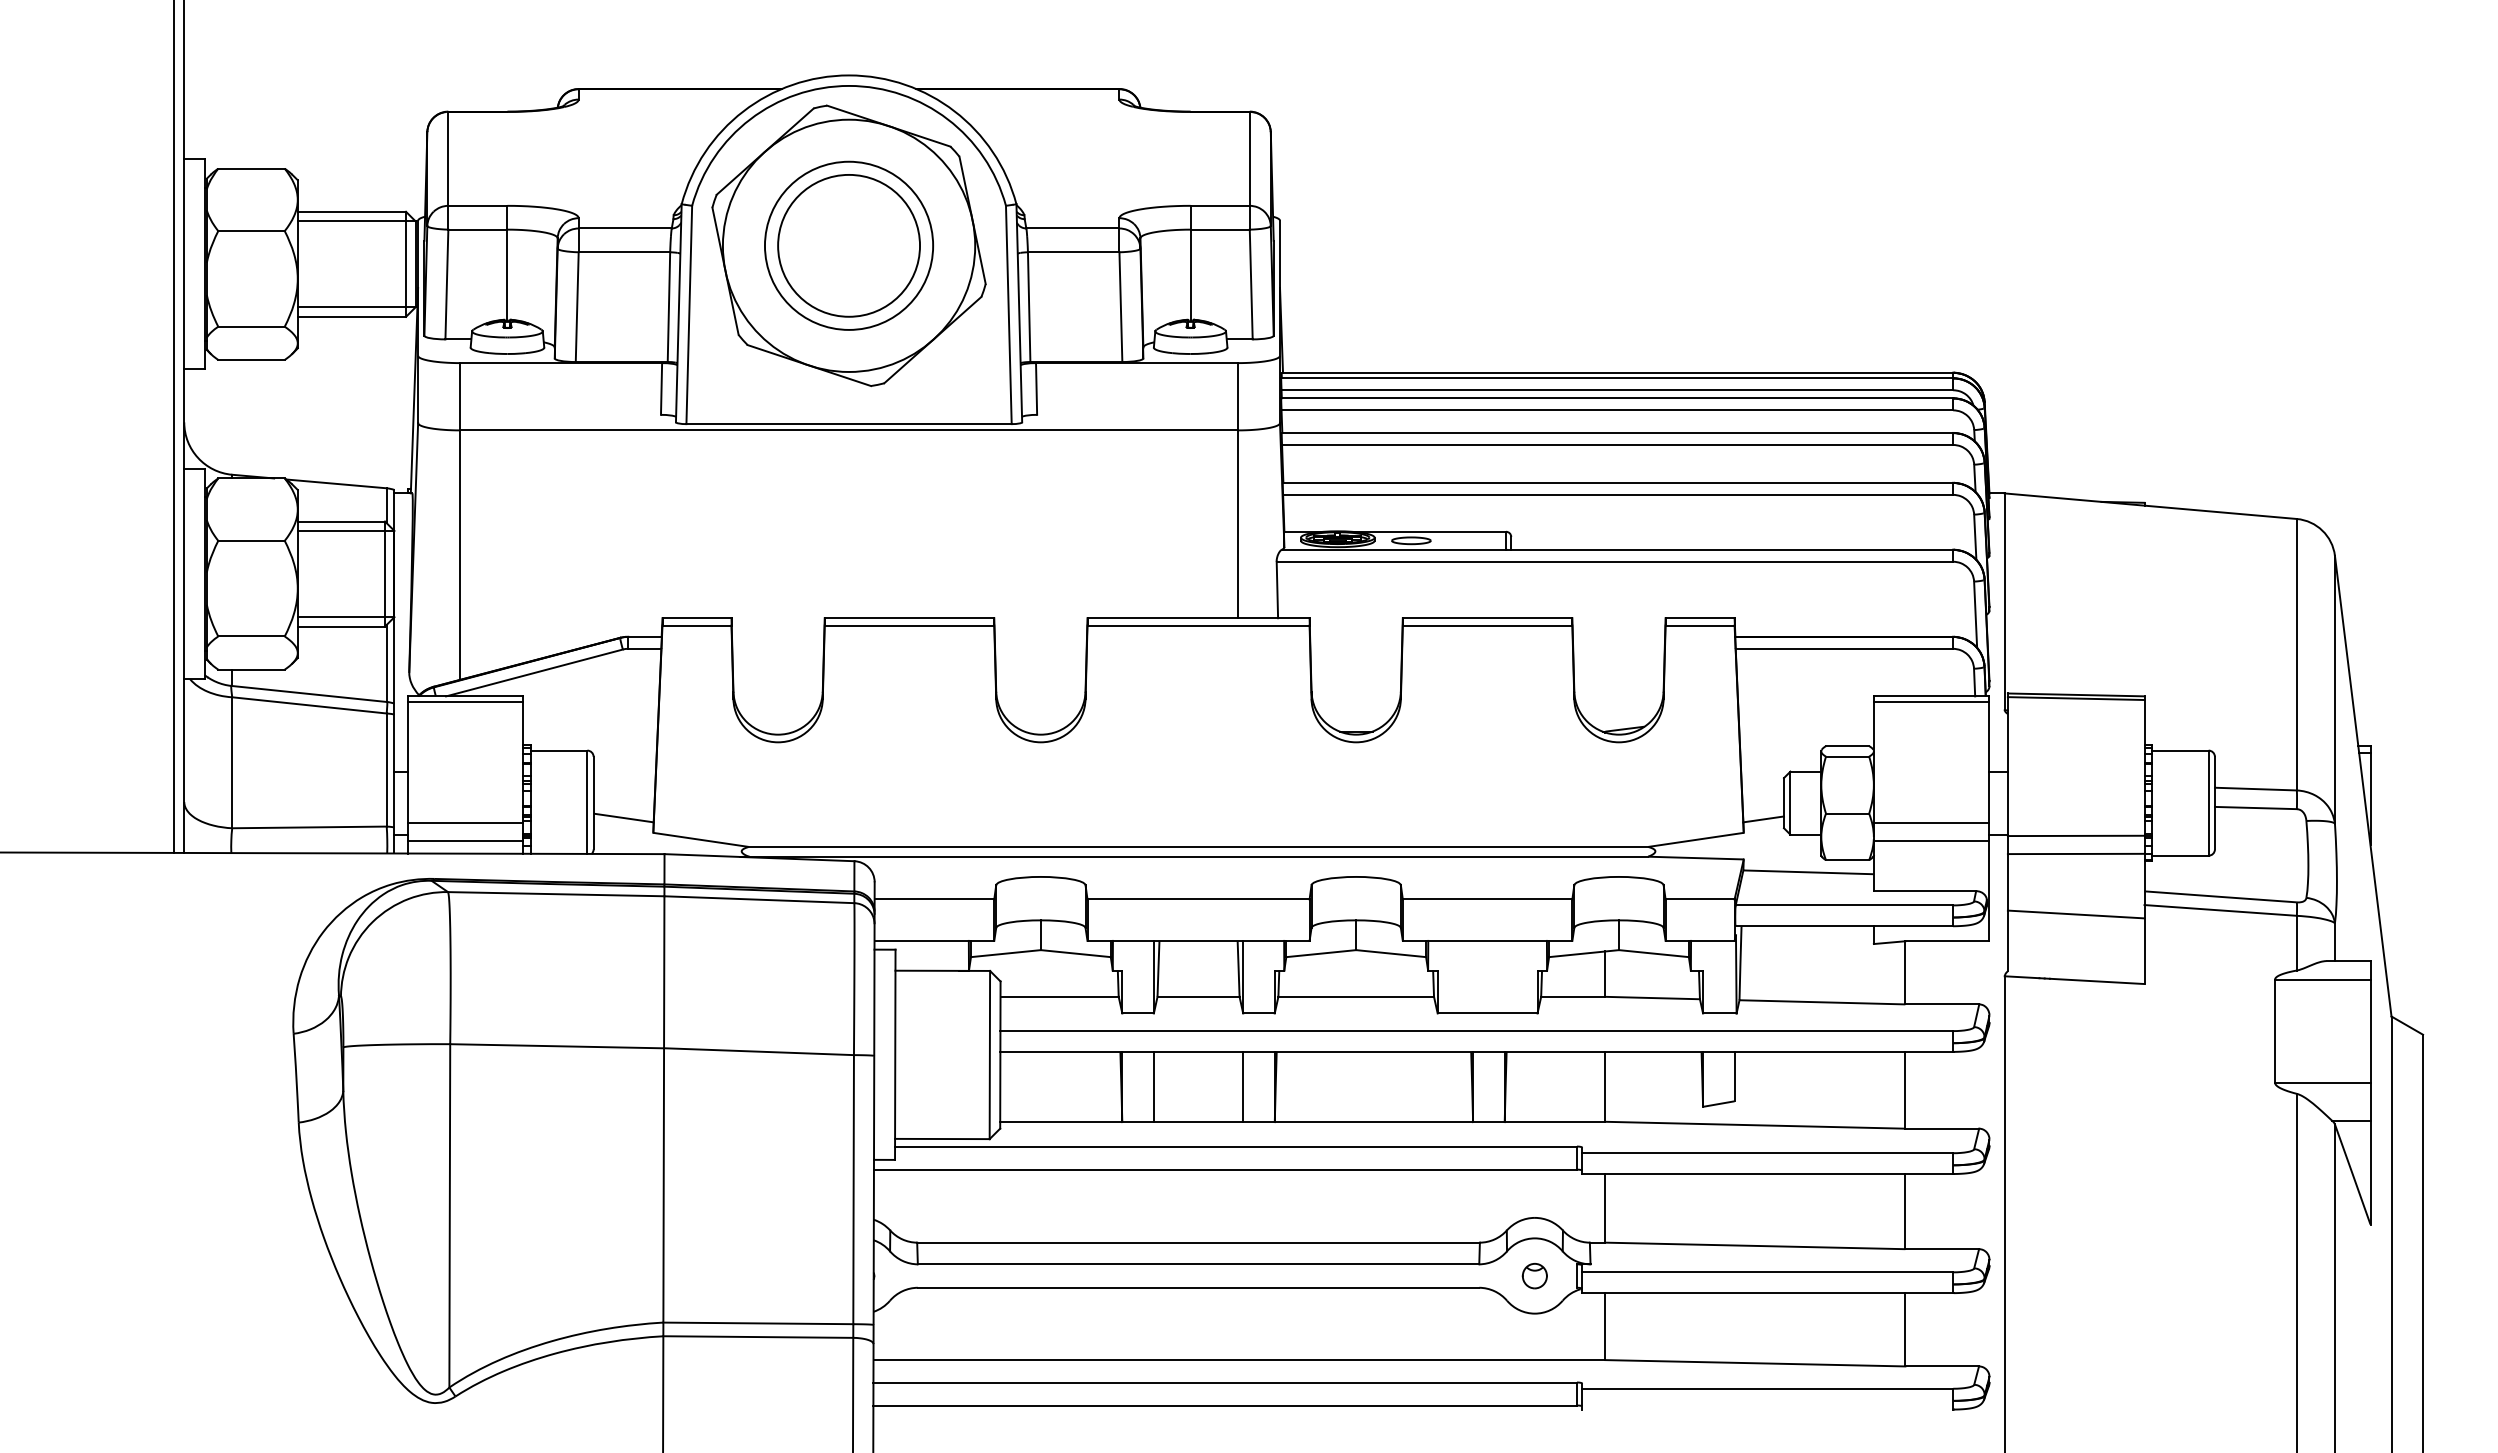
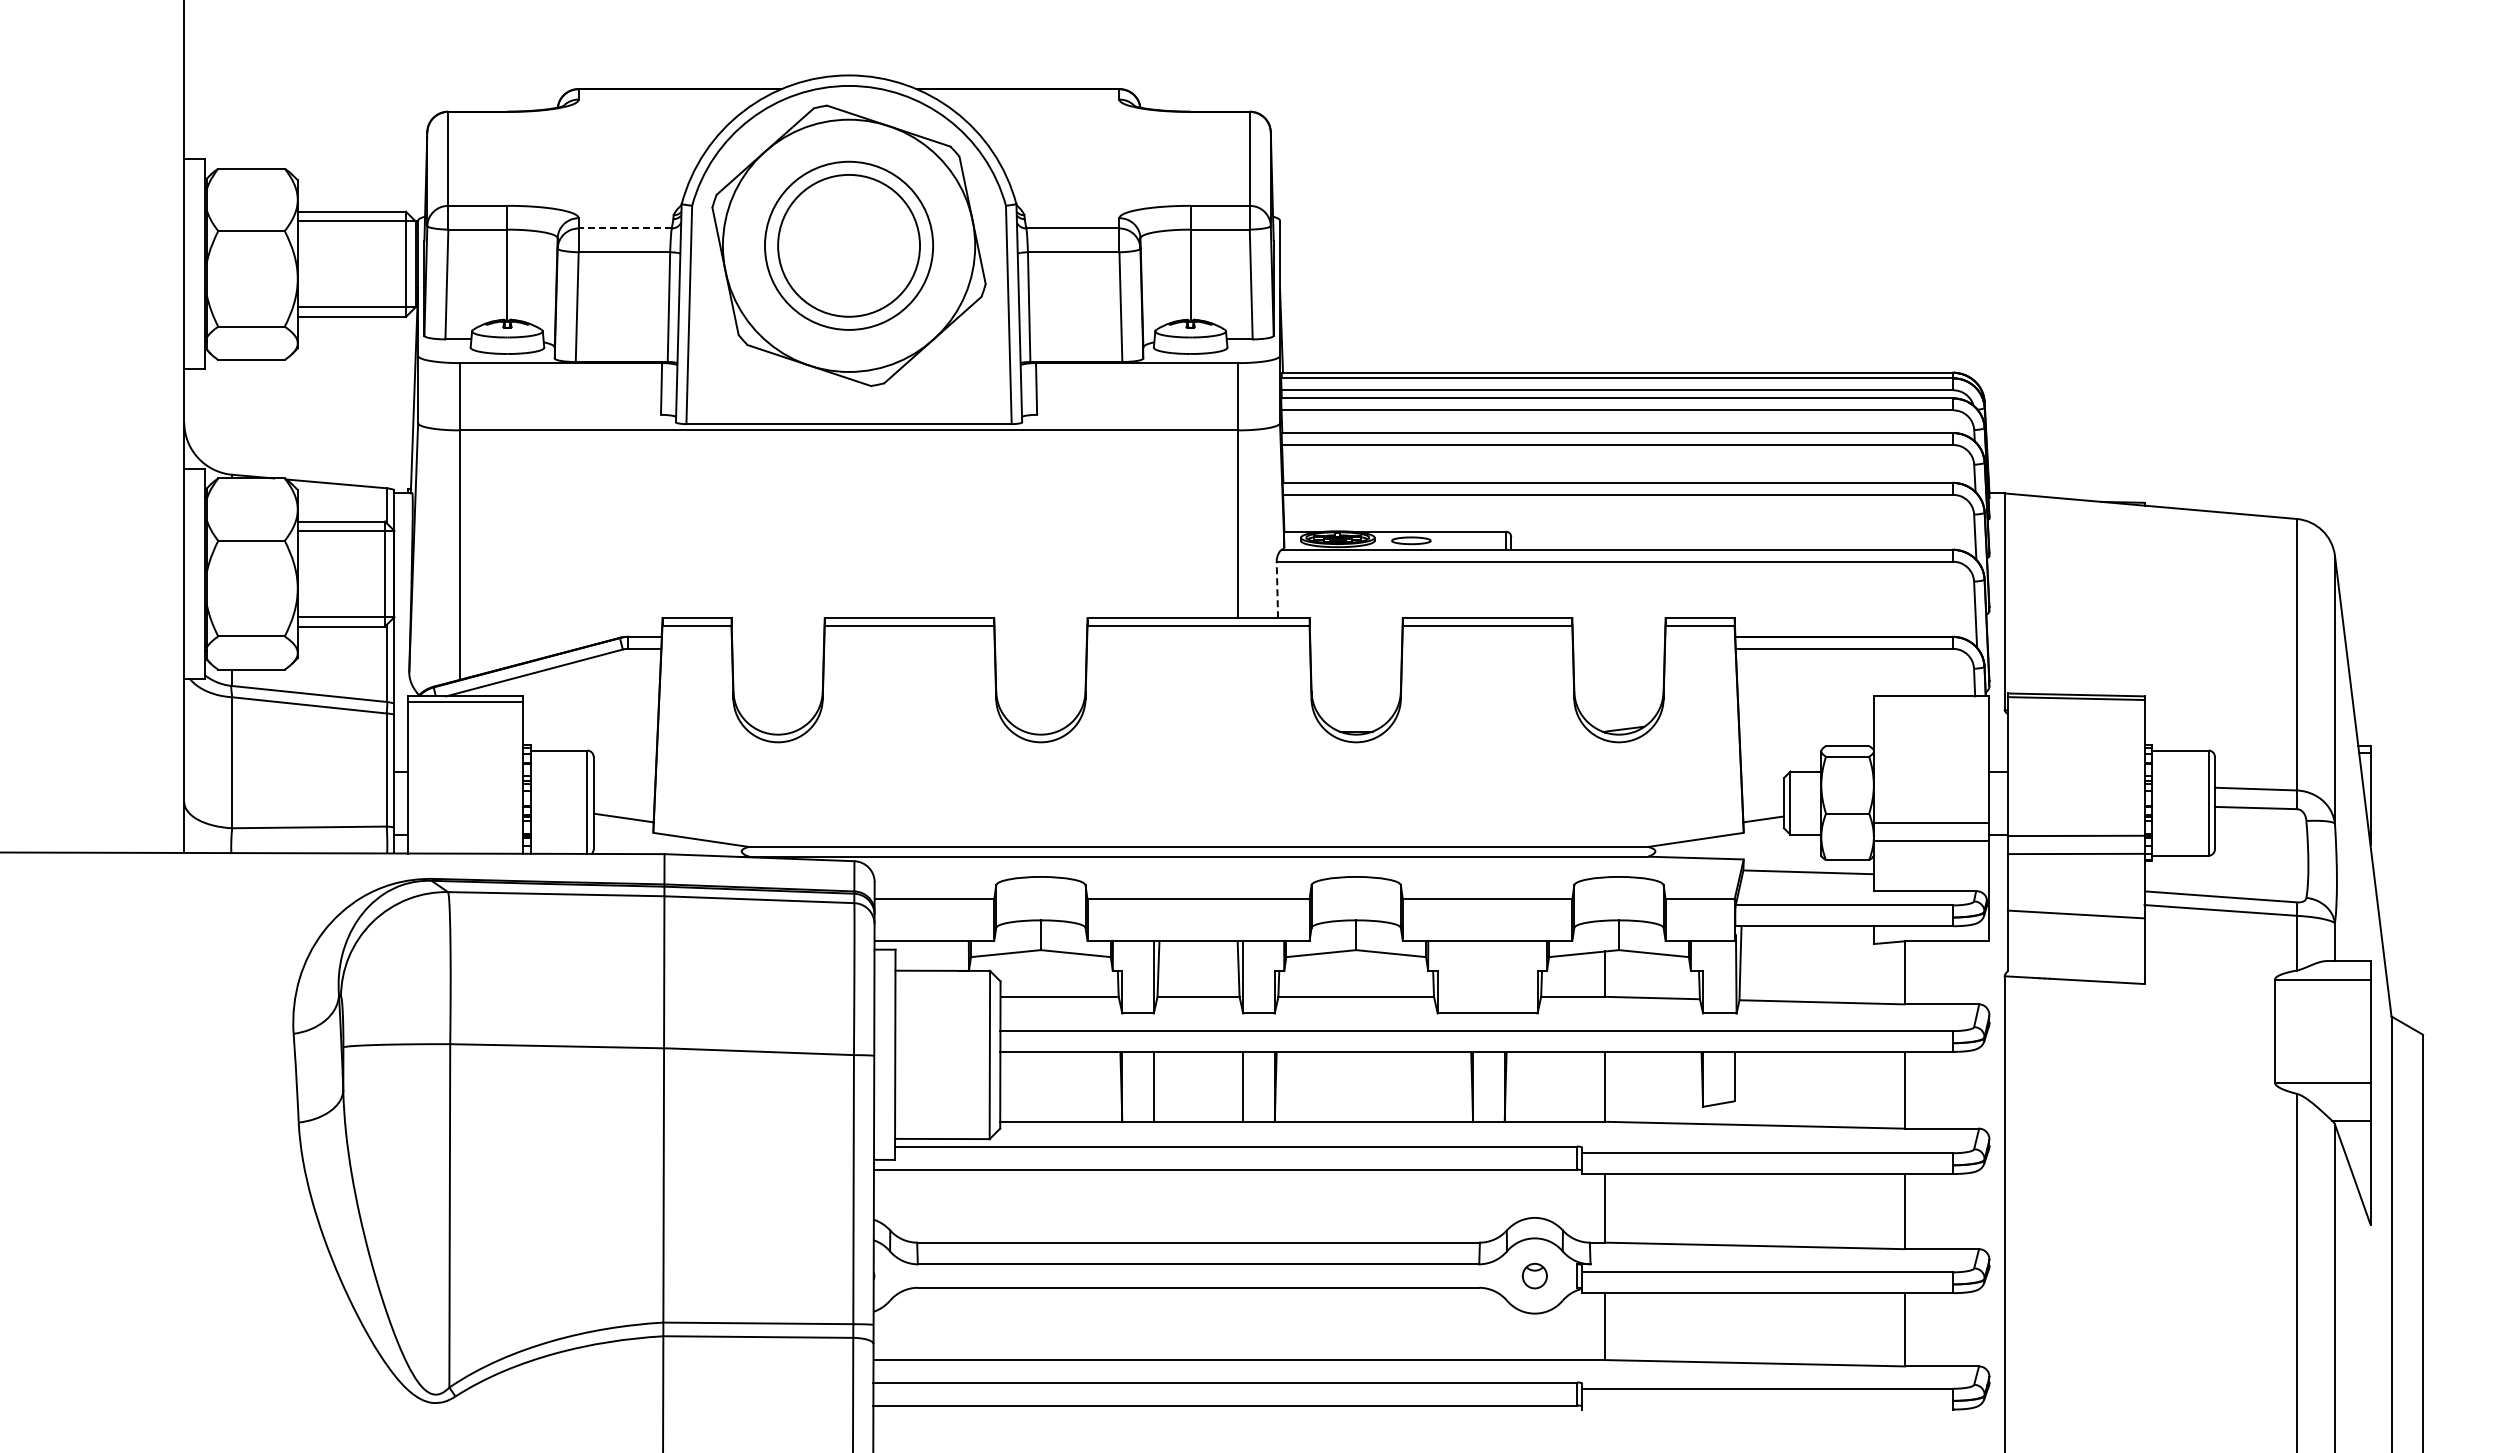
line at (625, 228): solid -> dashed
line at (173, 427): present -> none
line at (1277, 589): solid -> dashed
line at (1931, 702): present -> none
line at (465, 823): present -> none
line at (465, 841): present -> none
